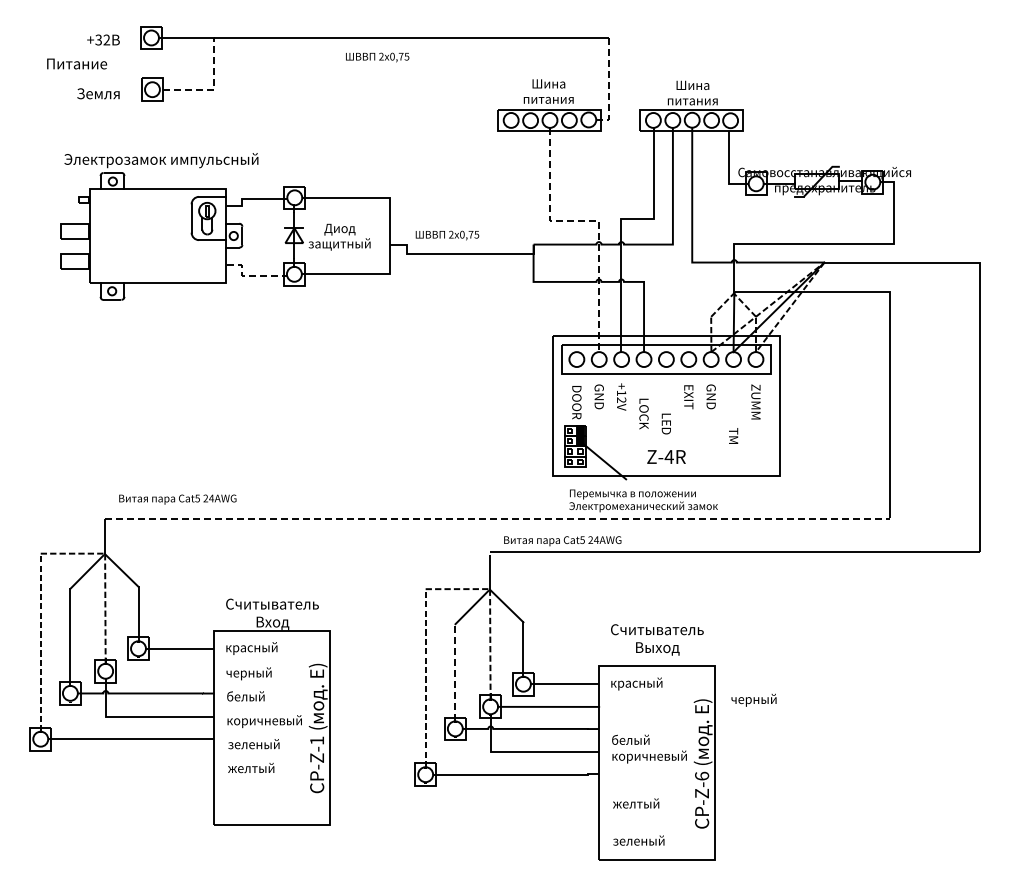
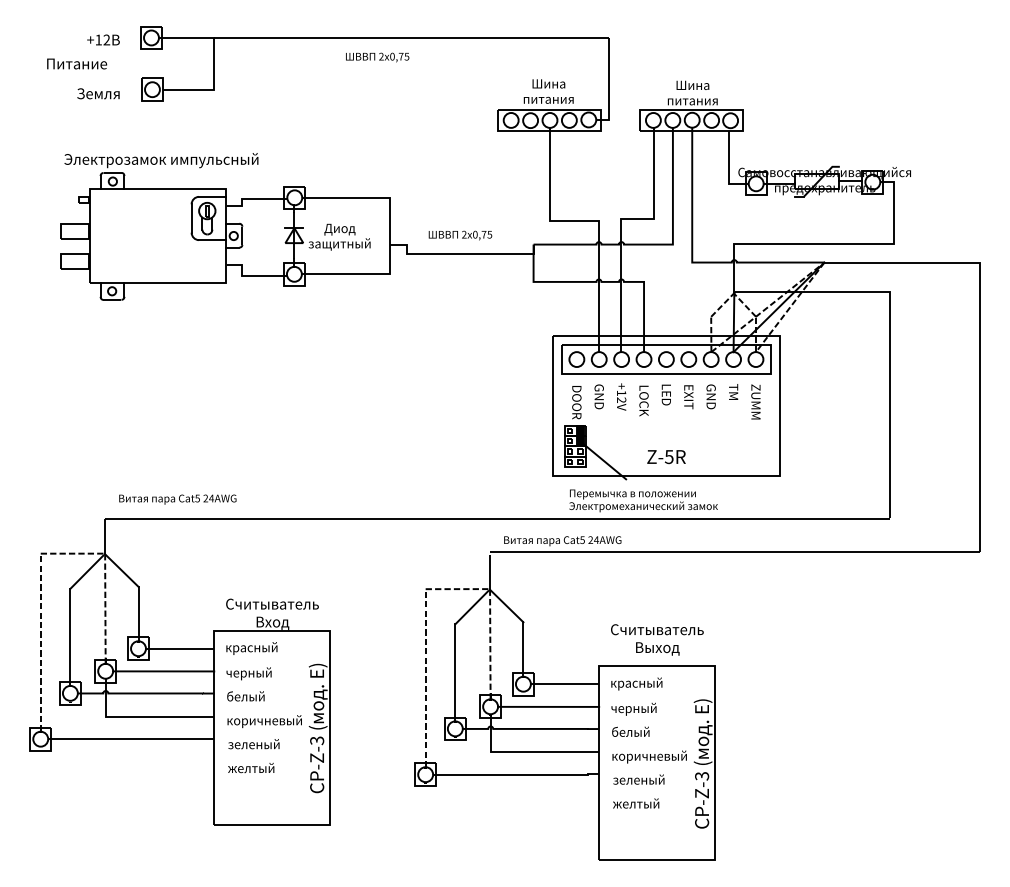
text at (98, 39): +32 -> +12
line at (608, 86): dashed -> solid
line at (214, 89): dashed -> solid
line at (593, 220): dashed -> solid
text at (447, 235) position: (447, 235) -> (460, 235)
line at (250, 276): dashed -> solid
text at (643, 413) position: (643, 413) -> (643, 400)
text at (665, 423) position: (665, 423) -> (665, 394)
text at (733, 435) position: (733, 435) -> (733, 391)
text at (668, 457): Z-4R -> Z-5R
line at (498, 519): dashed -> solid
line at (163, 671): none -> present
line at (455, 671): dashed -> solid
text at (753, 699) position: (753, 699) -> (633, 708)
text at (630, 739) position: (630, 739) -> (630, 731)
text at (317, 740): CP-Z-1 -> CP-Z-3
text at (702, 775): CP-Z-6 -> CP-Z-3
text at (638, 840) position: (638, 840) -> (638, 779)
